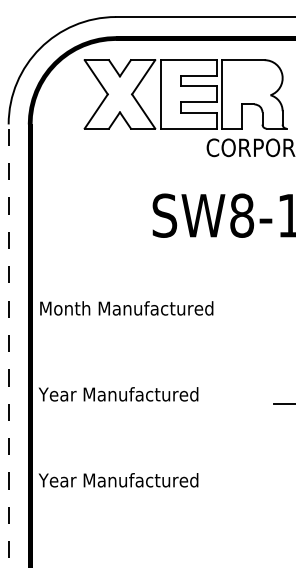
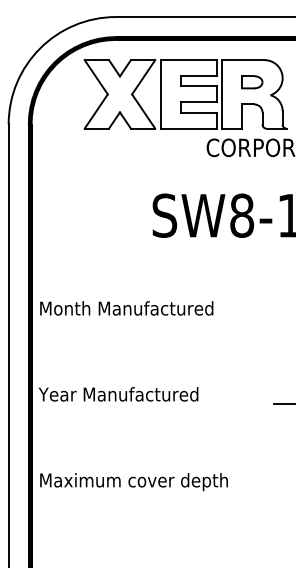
part at (252, 82): none -> present
line at (8, 345): dashed -> solid
text at (132, 482): Year Manufactured -> Maximum cover depth
